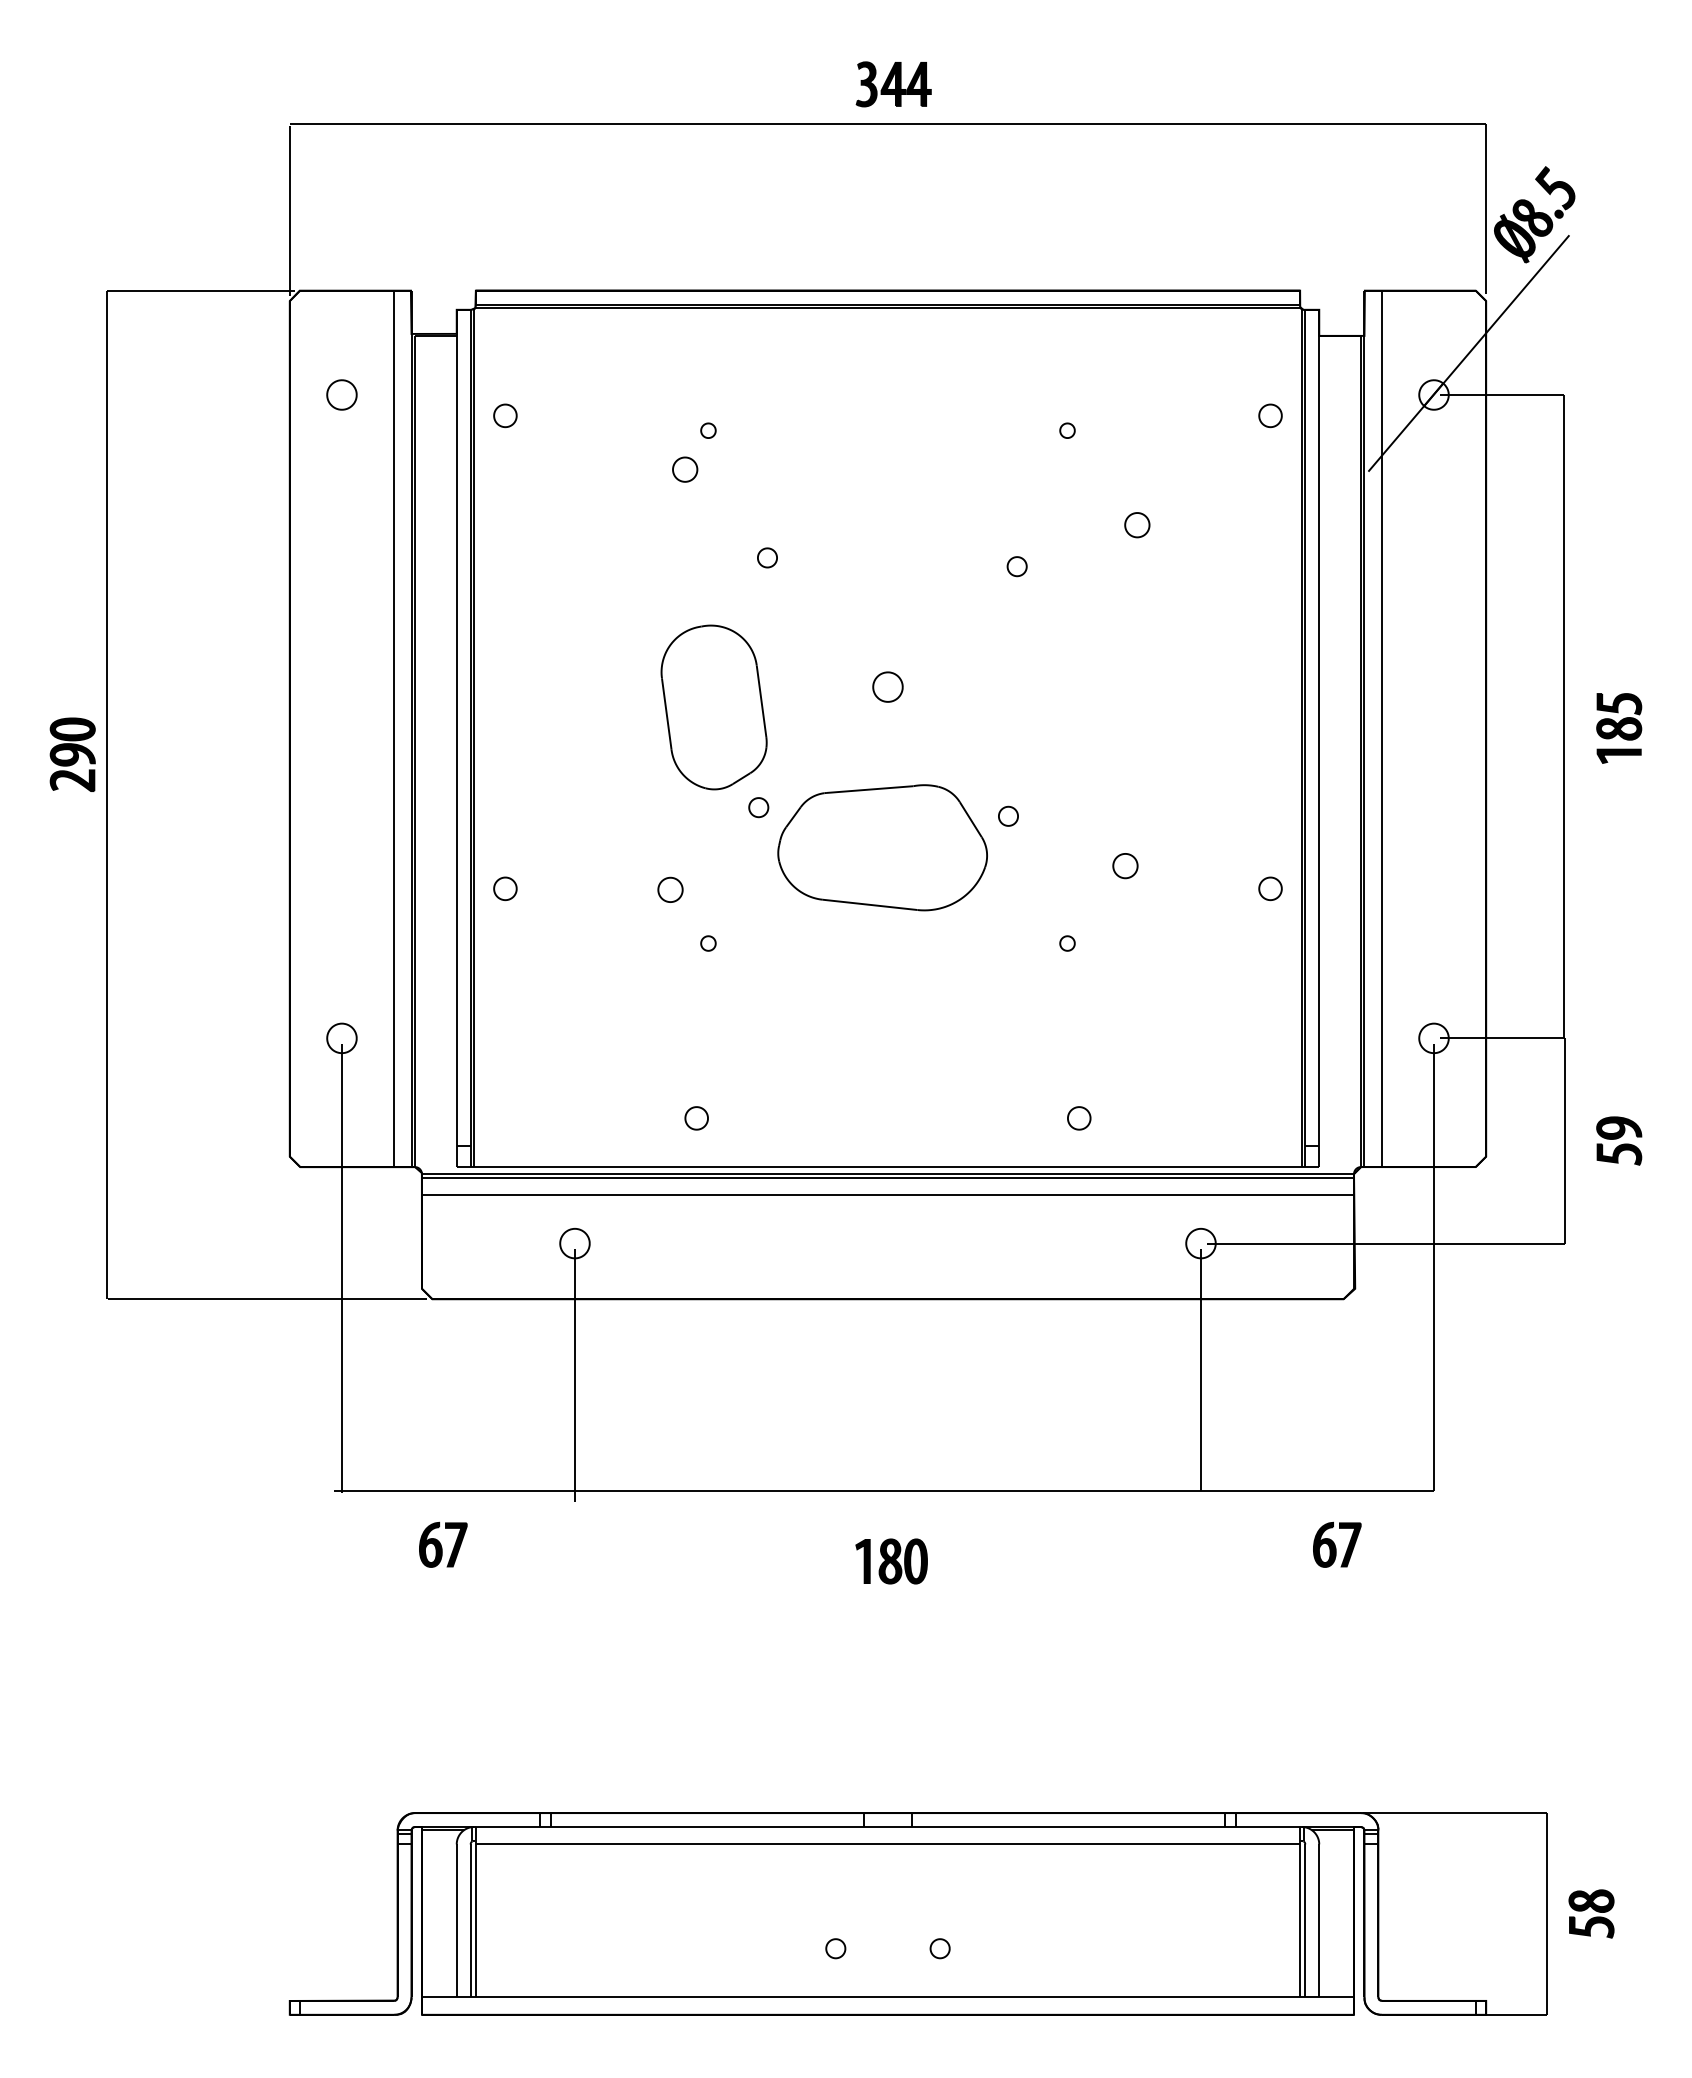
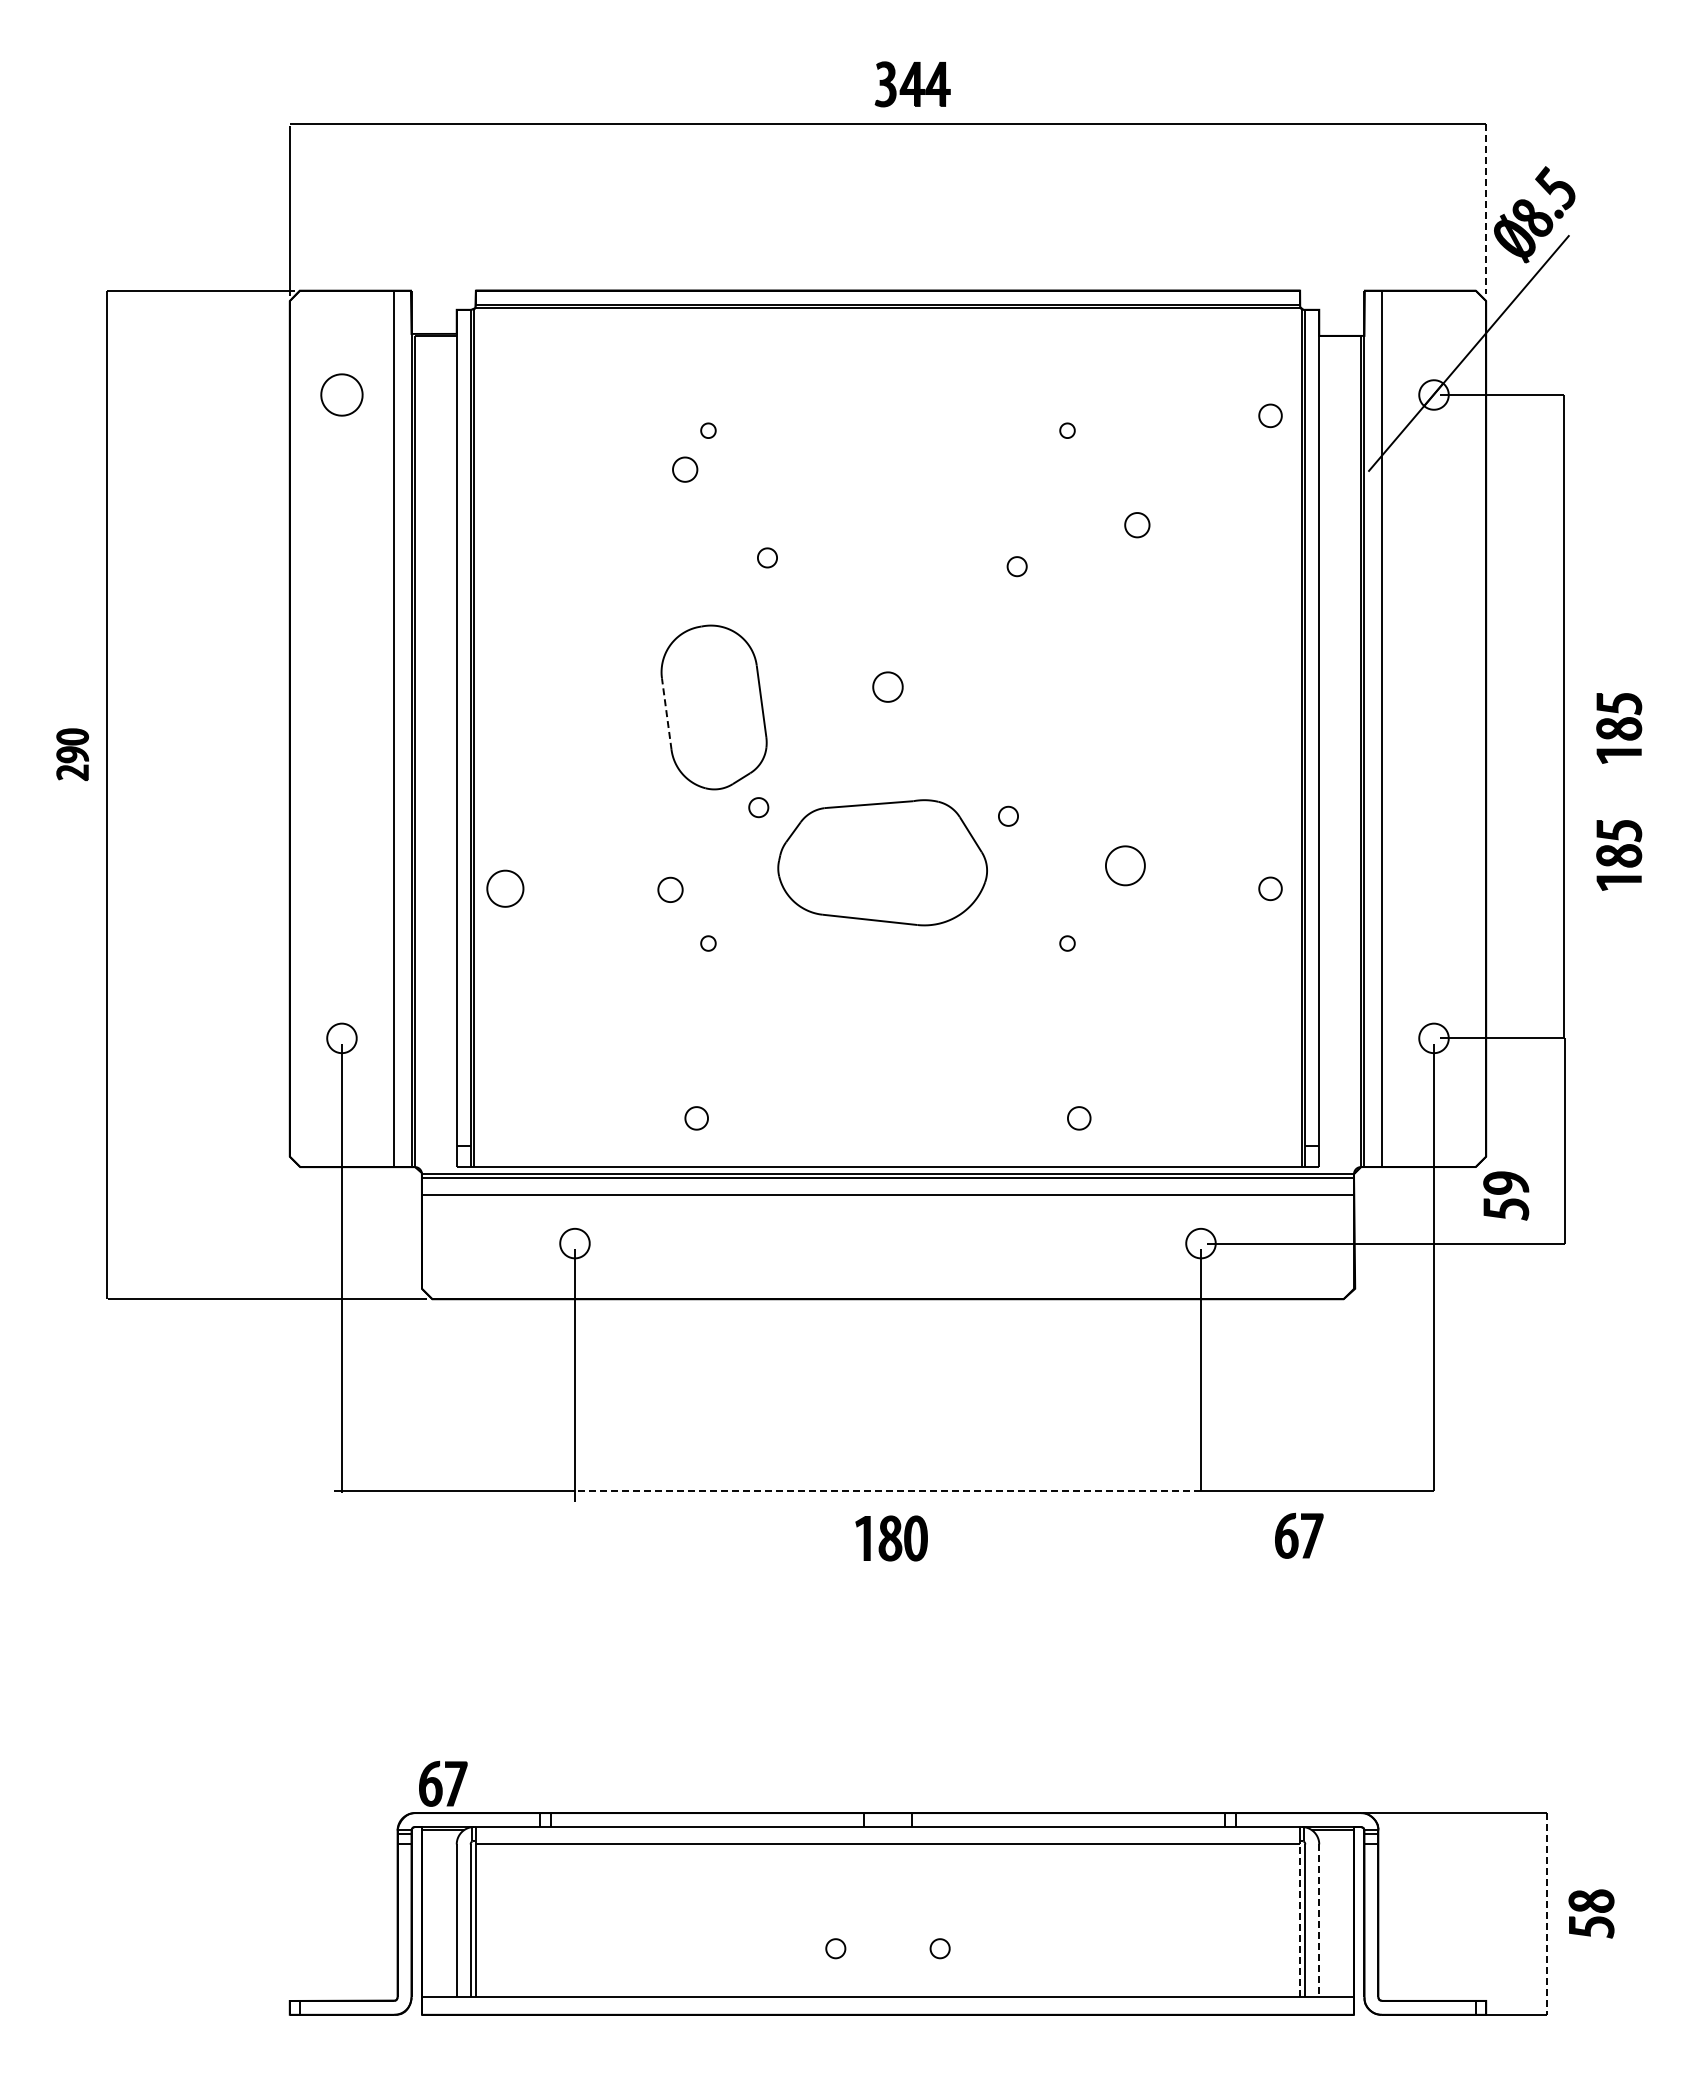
part at (893, 84) position: (893, 84) -> (912, 84)
line at (1486, 209): solid -> dashed
part at (341, 394) size: 32x32 px -> 44x44 px
part at (505, 415): present -> none
line at (666, 713): solid -> dashed
part at (72, 754) size: 47x75 px -> 33x53 px
part at (882, 847) position: (882, 847) -> (882, 862)
part at (1619, 855): none -> present
part at (1125, 866) size: 27x27 px -> 41x42 px
part at (505, 888) size: 25x26 px -> 39x39 px
part at (1619, 1140) position: (1619, 1140) -> (1506, 1195)
line at (887, 1491): solid -> dashed
part at (443, 1544) position: (443, 1544) -> (443, 1783)
part at (1337, 1544) position: (1337, 1544) -> (1299, 1535)
part at (891, 1561) position: (891, 1561) -> (891, 1538)
line at (1546, 1913): solid -> dashed
line at (1300, 1920): solid -> dashed
line at (1319, 1920): solid -> dashed
